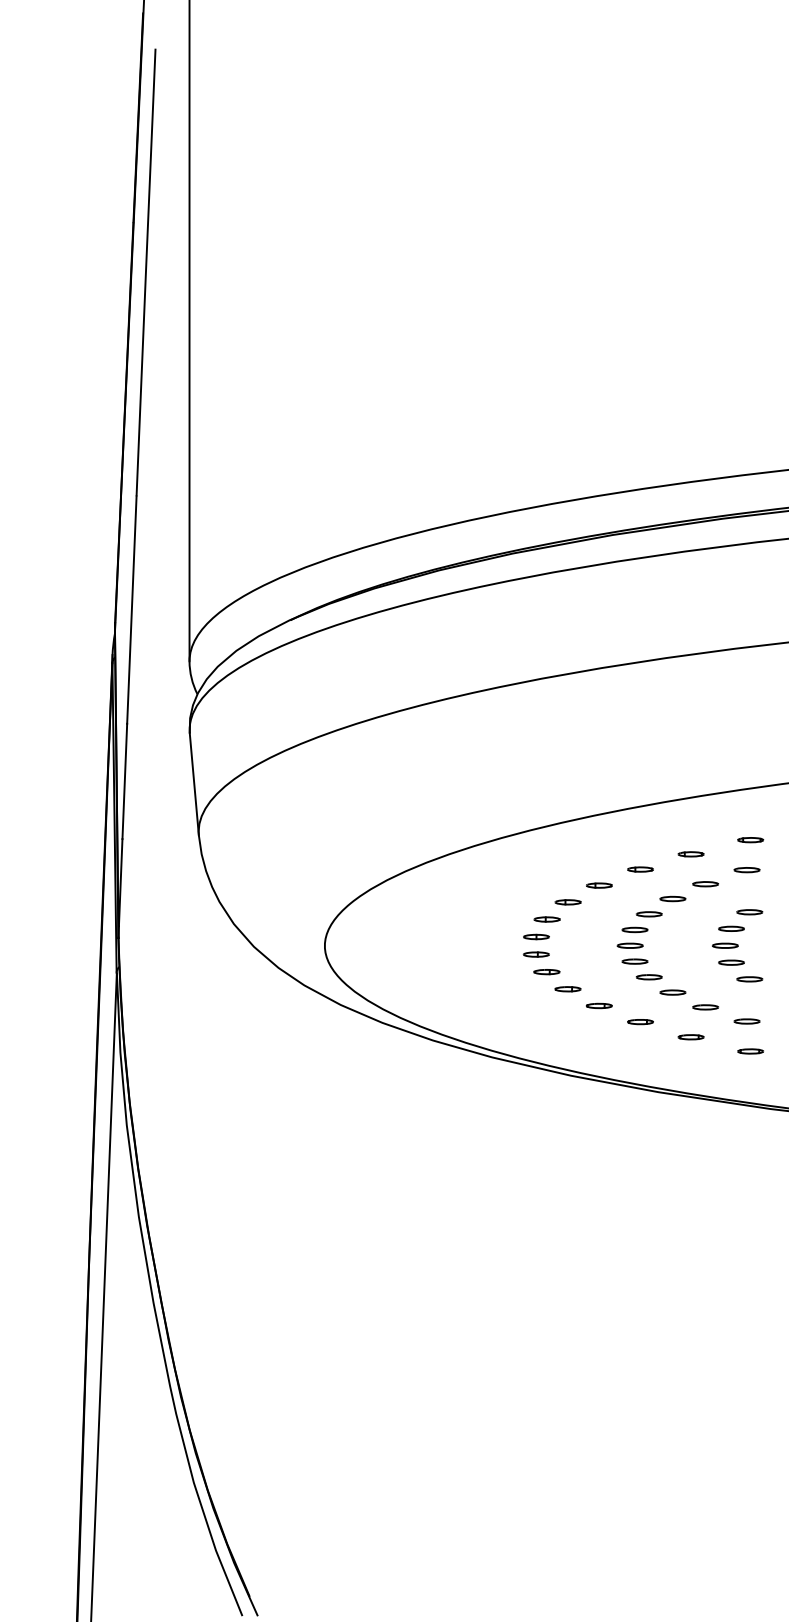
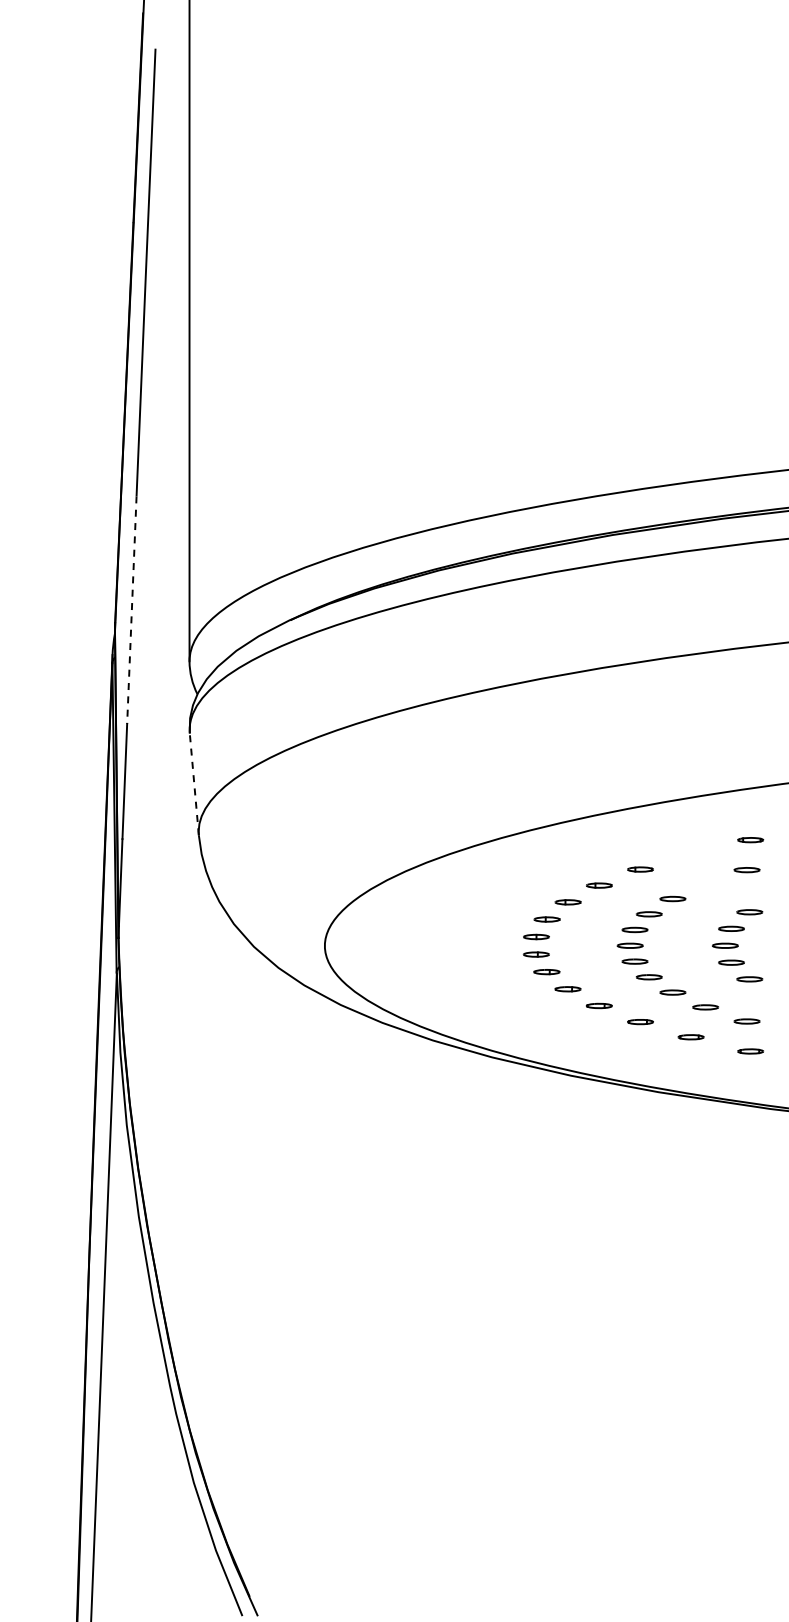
line at (131, 610): solid -> dashed
line at (194, 783): solid -> dashed
part at (690, 854): present -> none
part at (705, 884): present -> none
